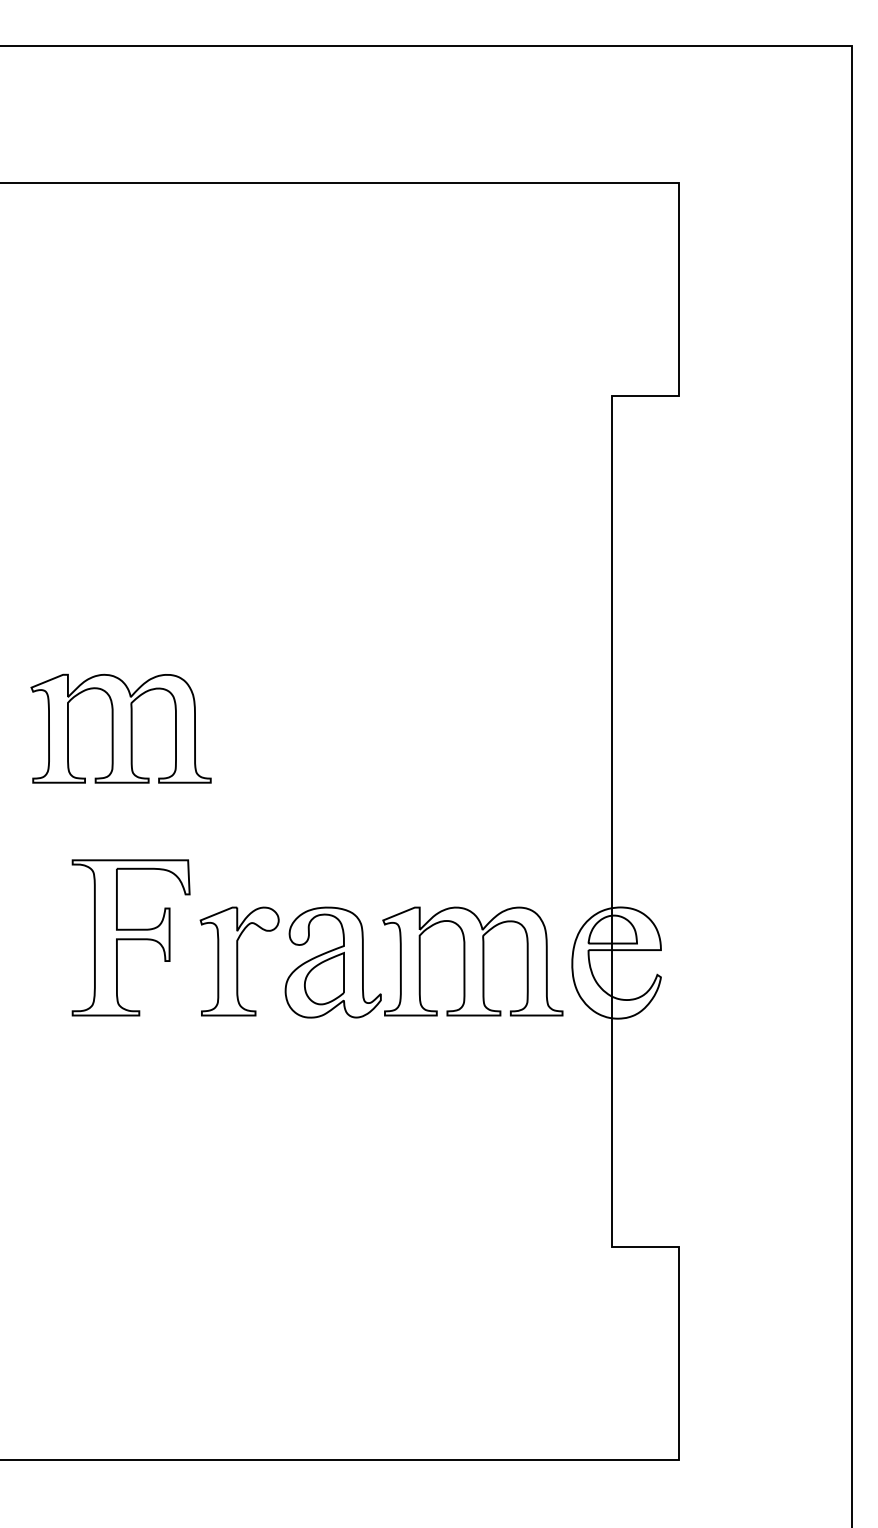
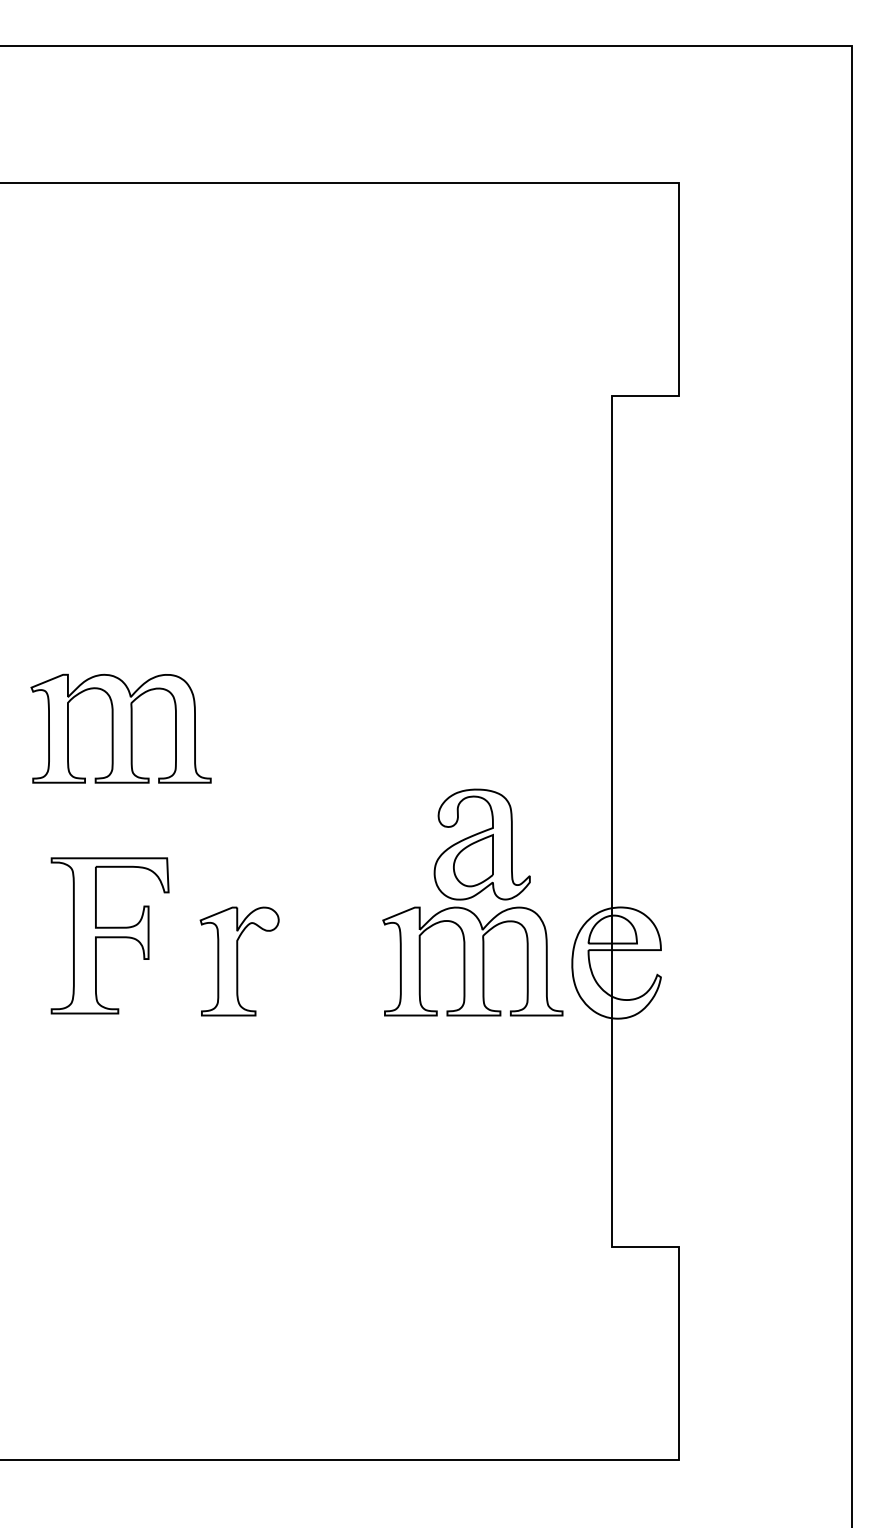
part at (130, 937) position: (130, 937) -> (109, 935)
part at (332, 962) position: (332, 962) -> (481, 844)
